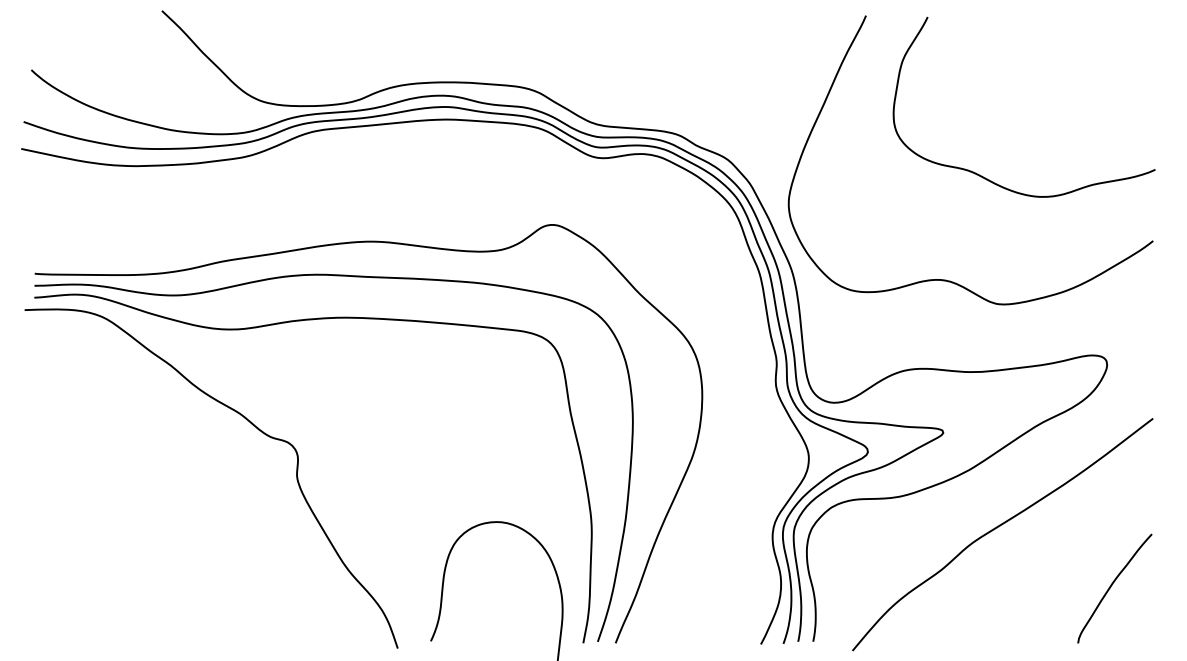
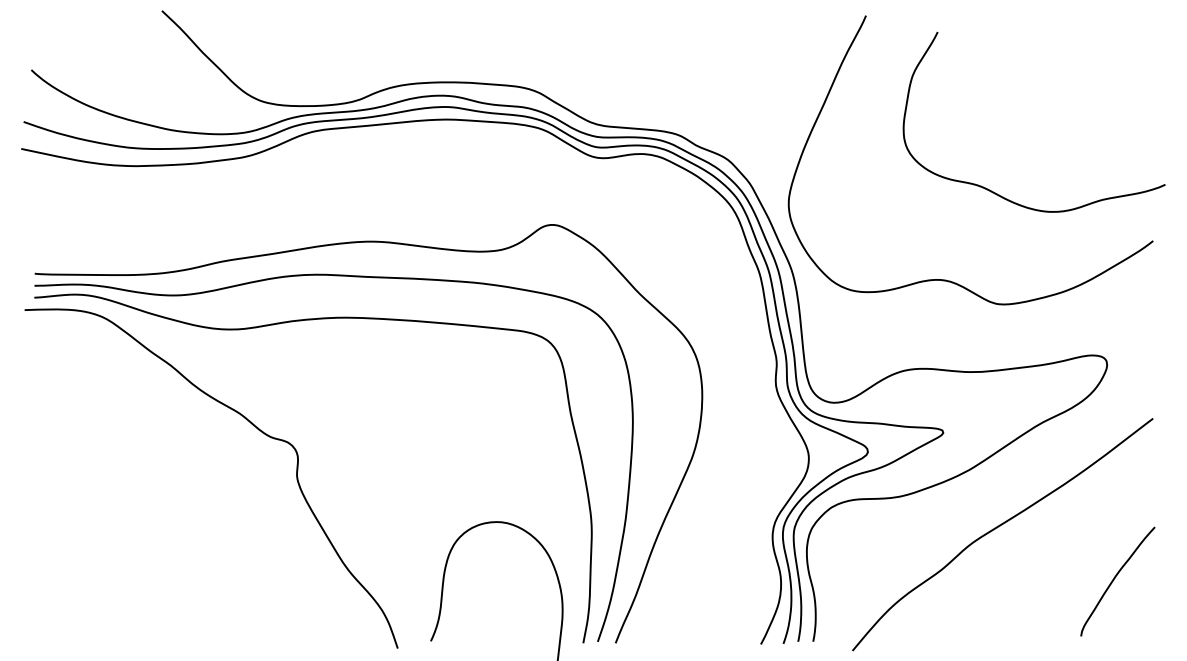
curve at (987, 178) position: (987, 178) -> (997, 193)
curve at (1111, 587) position: (1111, 587) -> (1114, 580)
